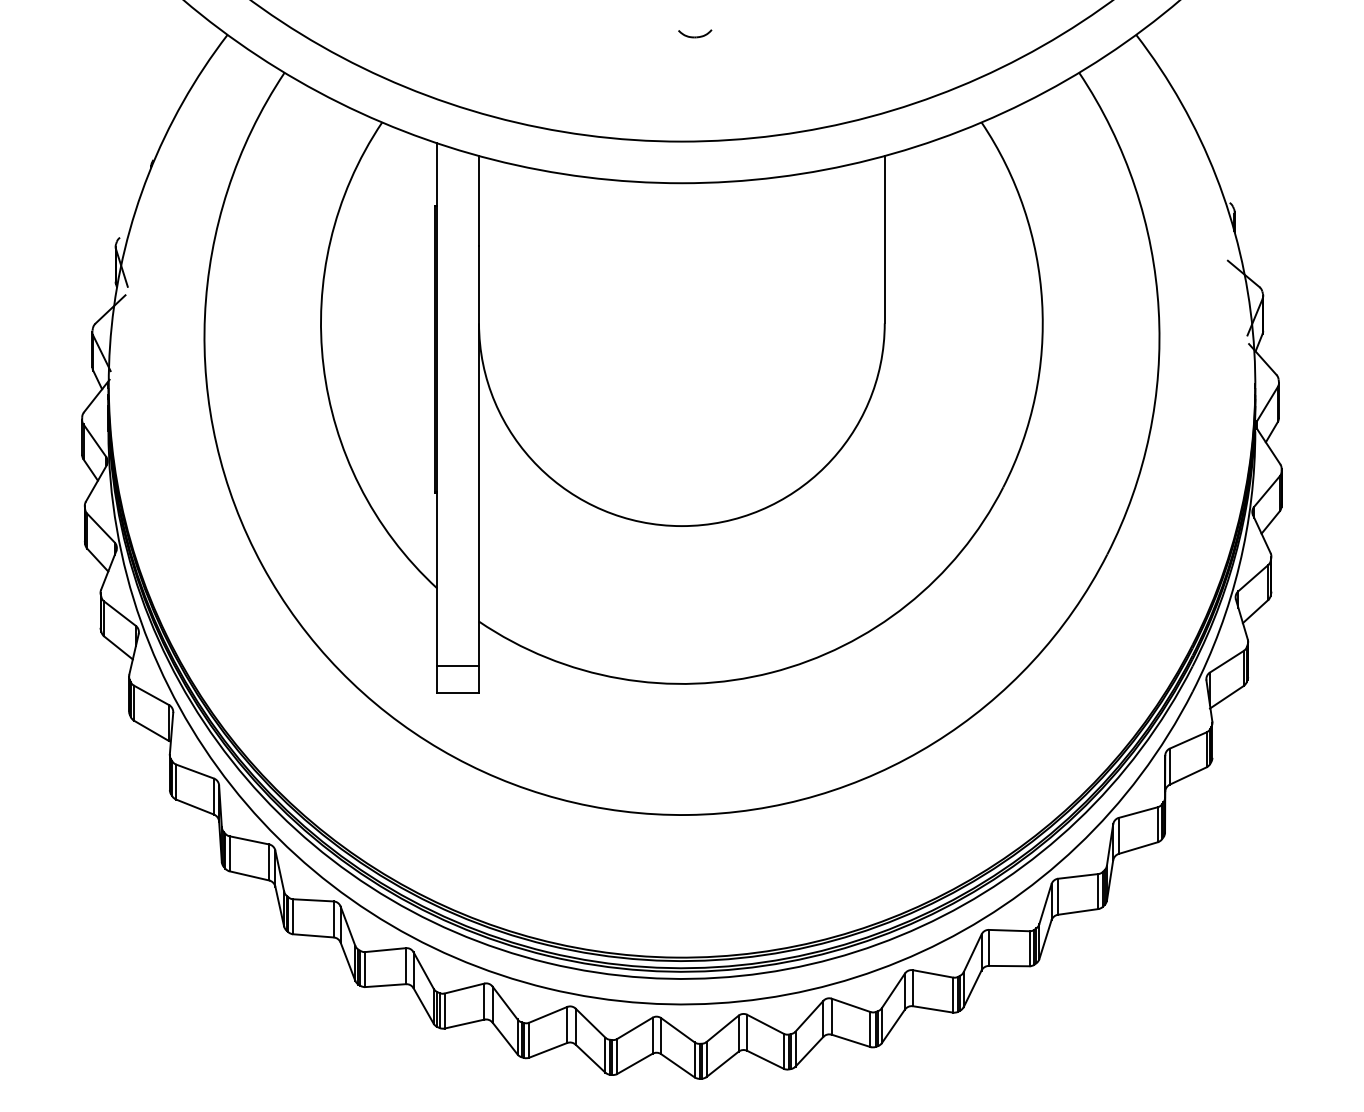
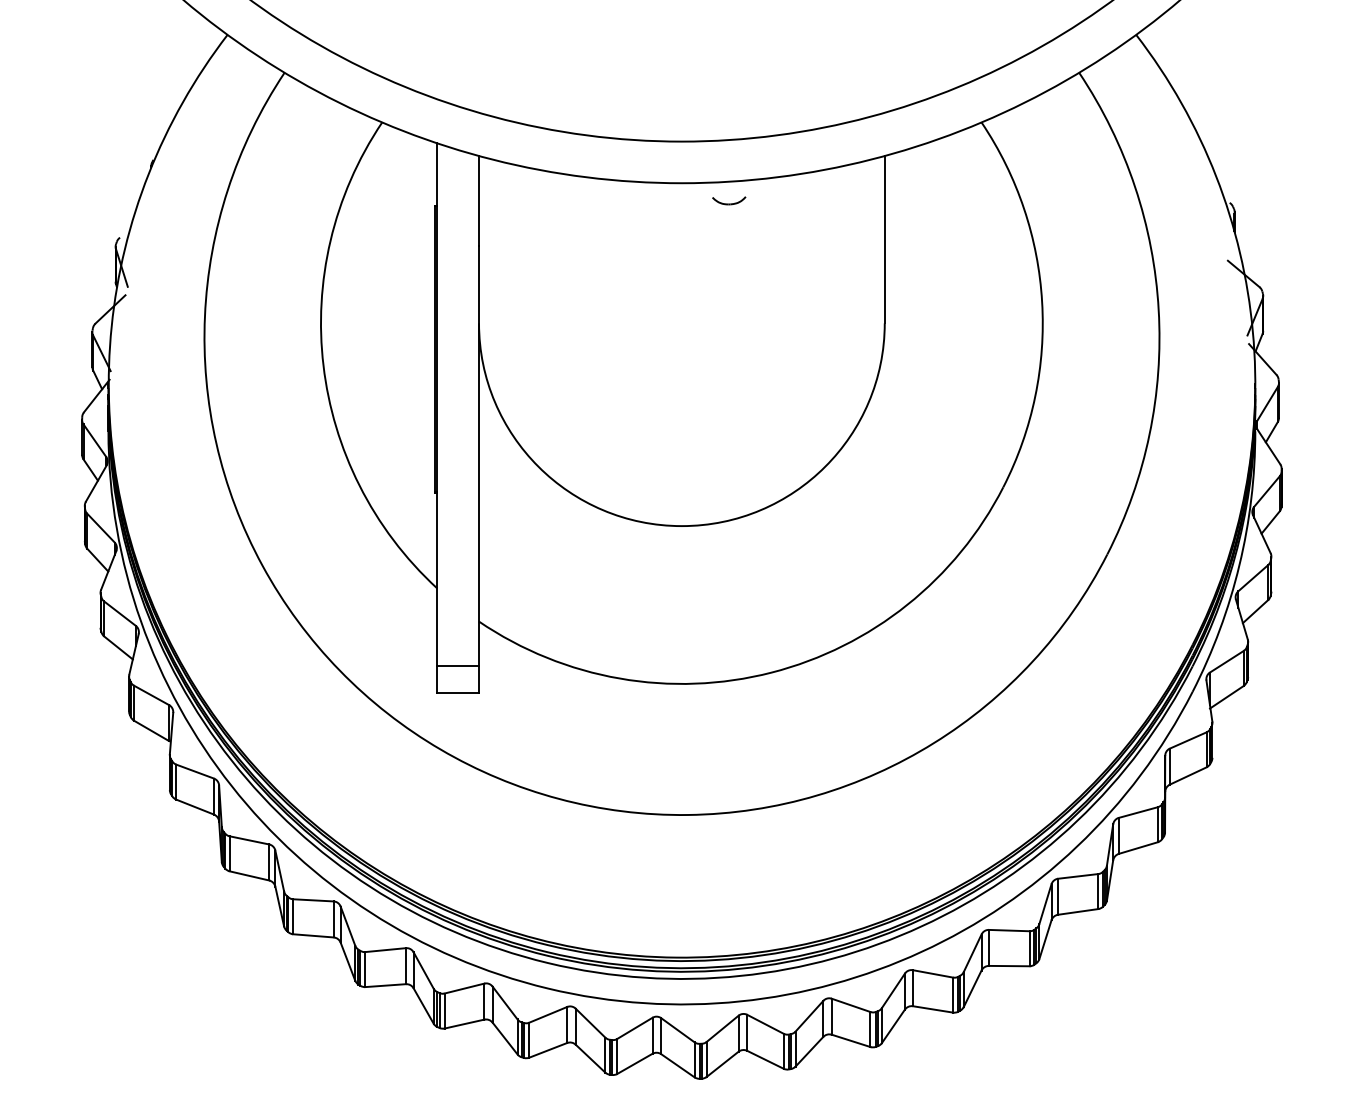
part at (695, 33) position: (695, 33) -> (729, 200)
